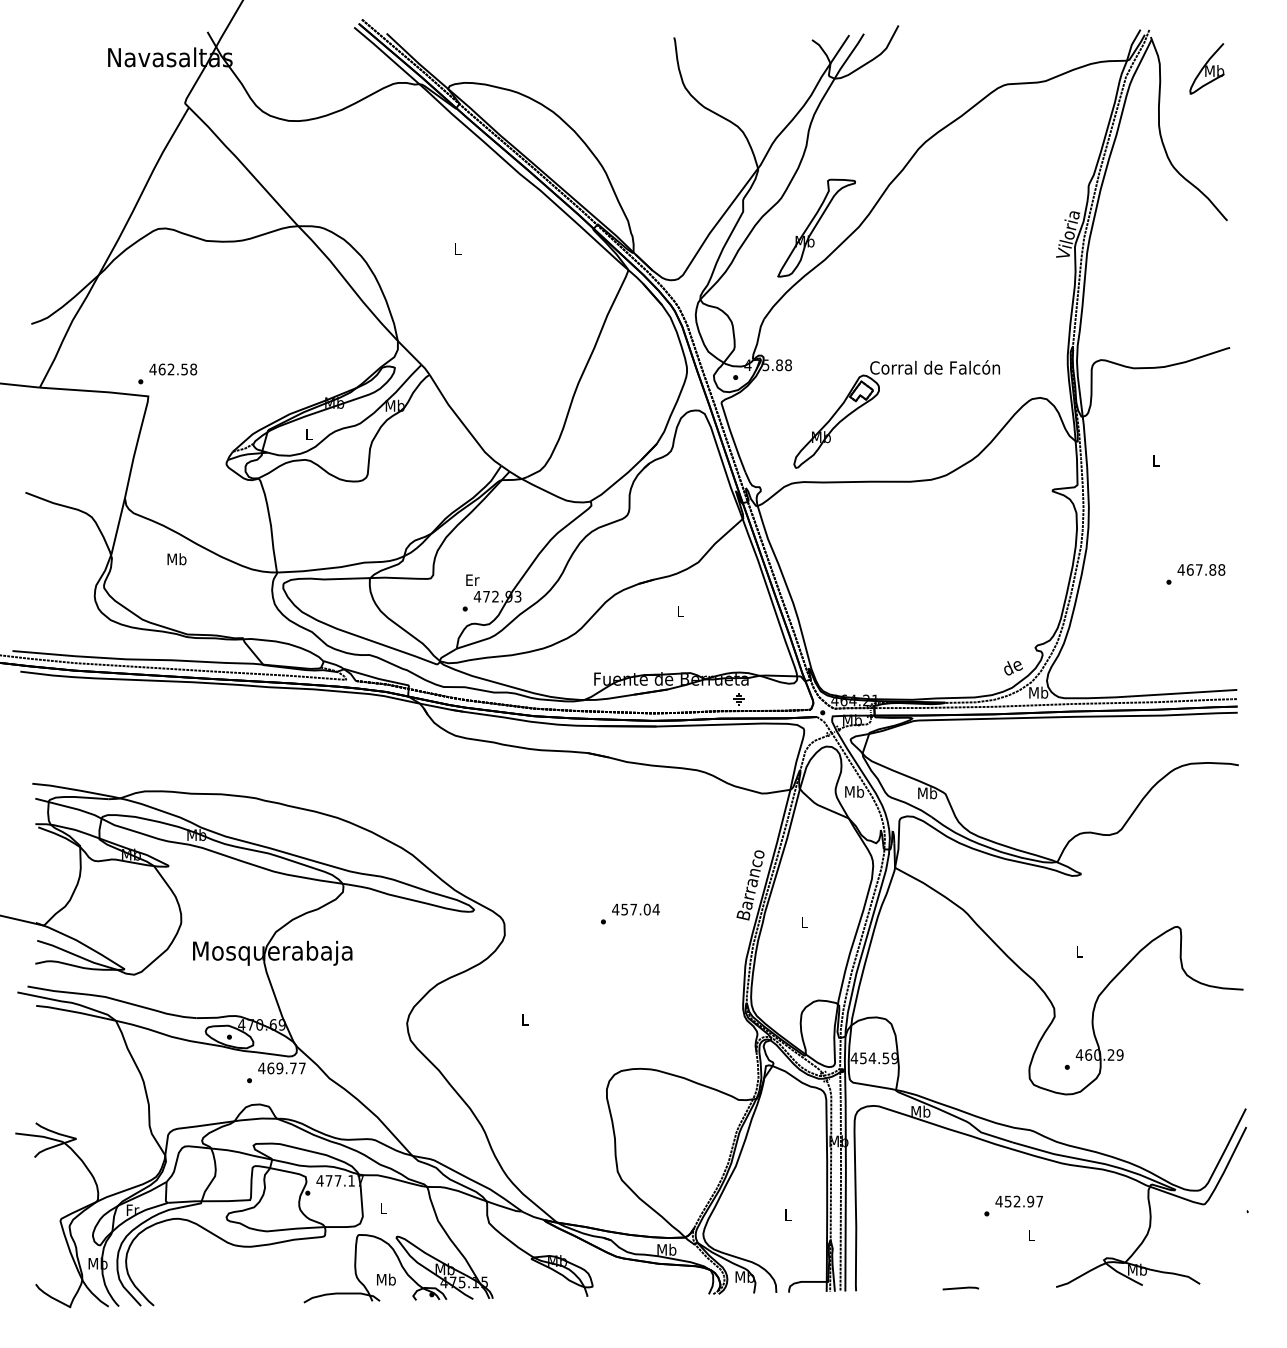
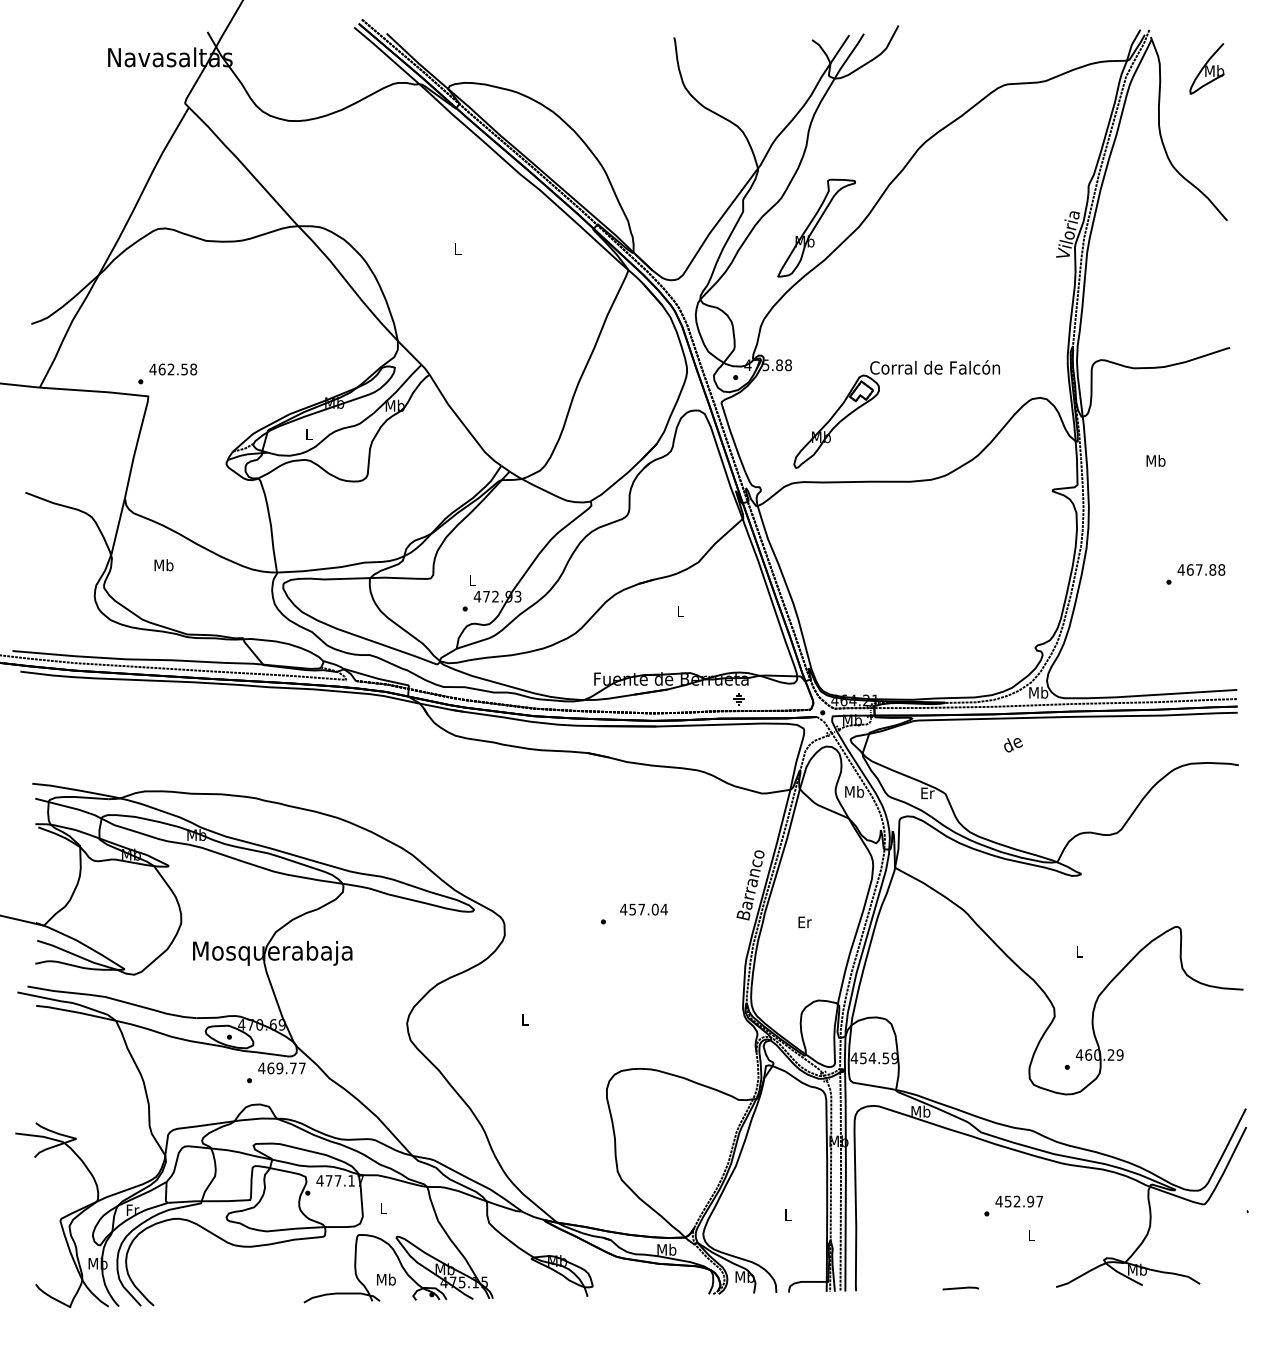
text at (1155, 460): L -> Mb
text at (176, 559) position: (176, 559) -> (163, 565)
text at (472, 579): Er -> L
text at (1013, 668) position: (1013, 668) -> (1013, 745)
text at (927, 793): Mb -> Er
text at (635, 909) position: (635, 909) -> (643, 909)
text at (804, 922): L -> Er
